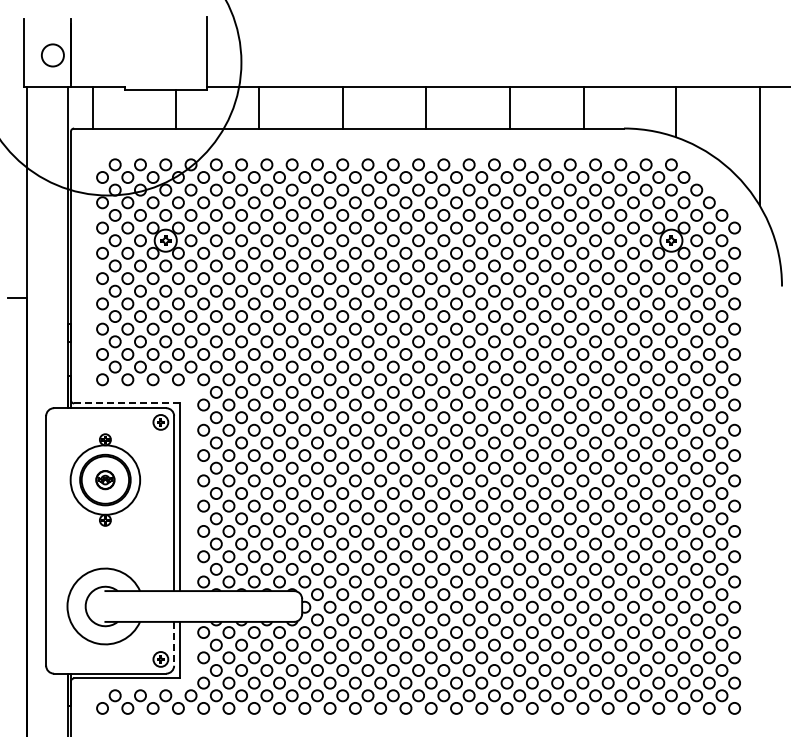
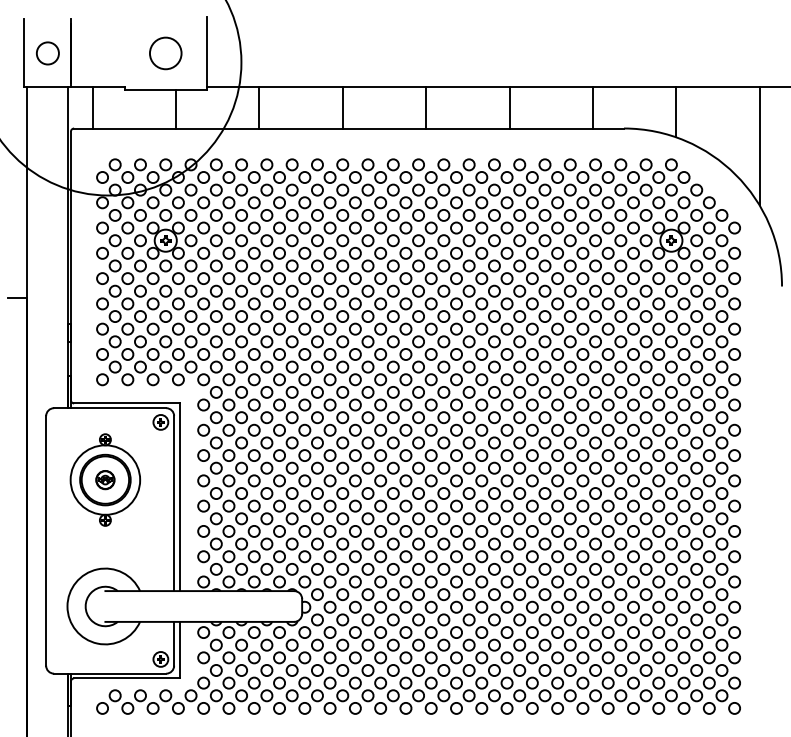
circle at (165, 53): none -> present
circle at (52, 55) position: (52, 55) -> (47, 53)
line at (583, 107) position: (583, 107) -> (592, 107)
line at (127, 403): dashed -> solid
line at (174, 643): dashed -> solid
